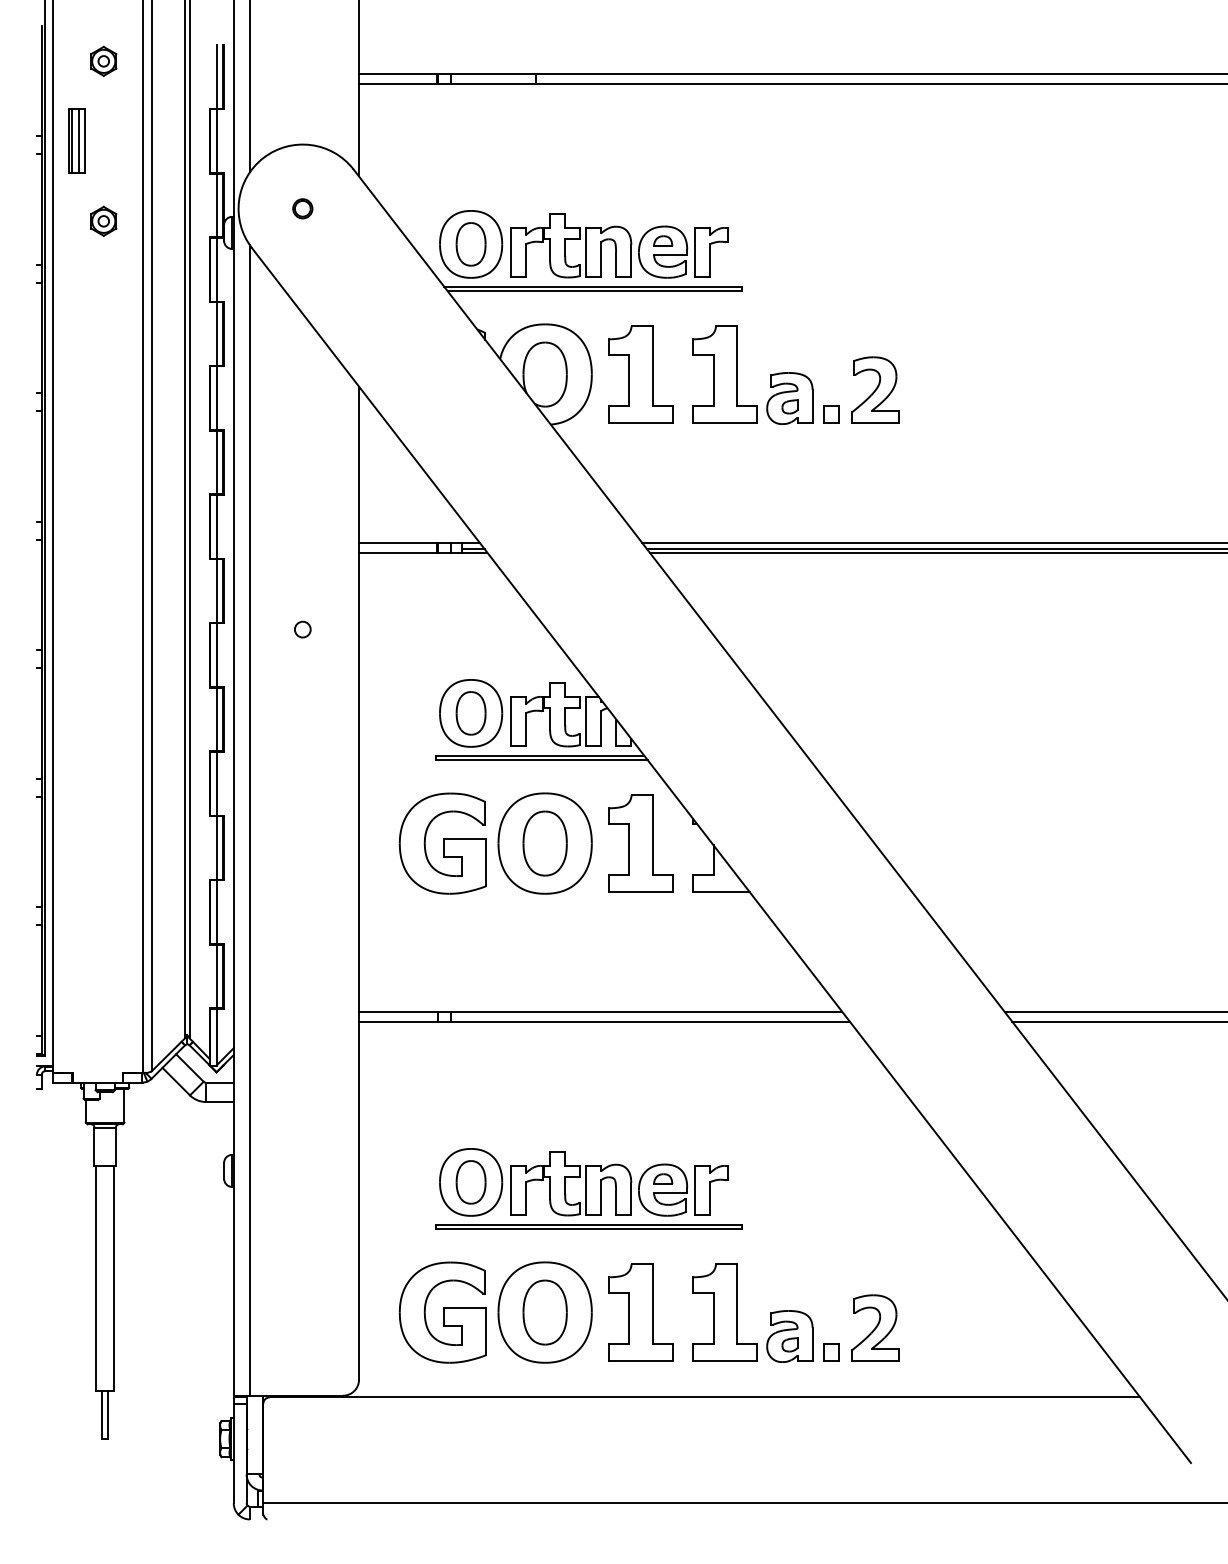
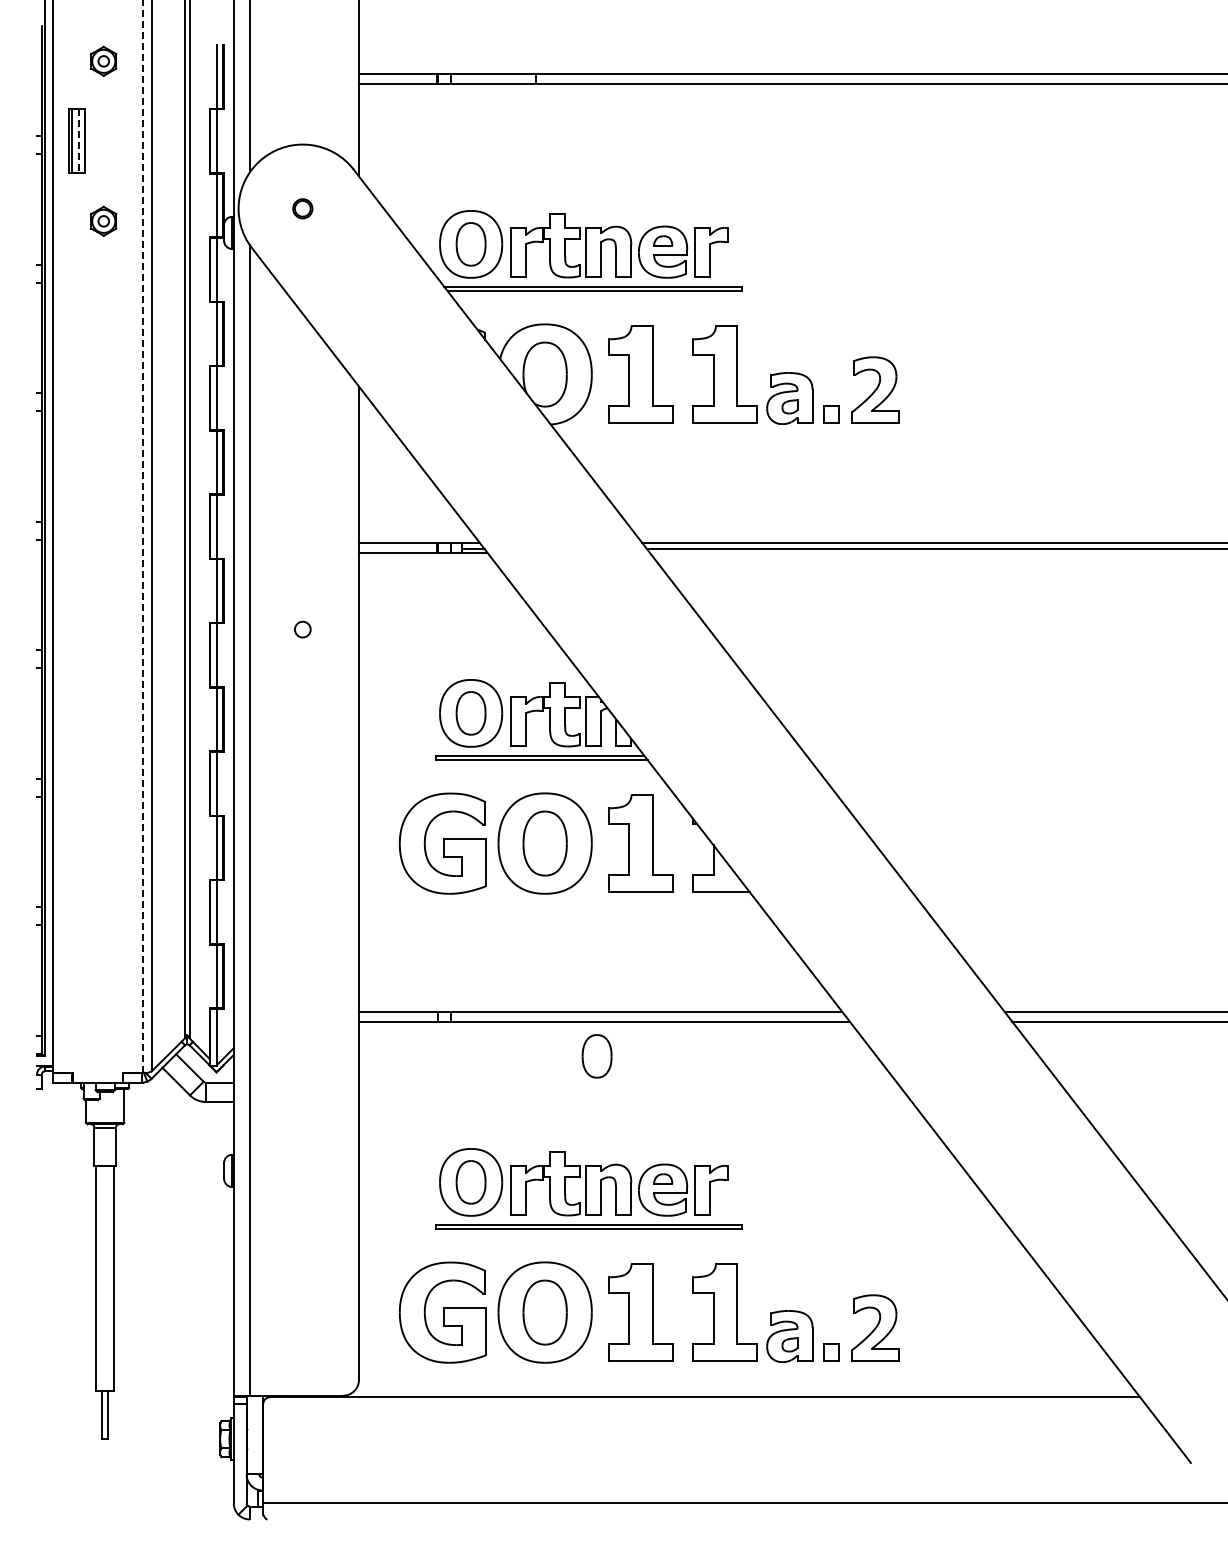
line at (78, 141): solid -> dashed
line at (142, 536): solid -> dashed
line at (936, 552): present -> none
part at (596, 1056): none -> present
